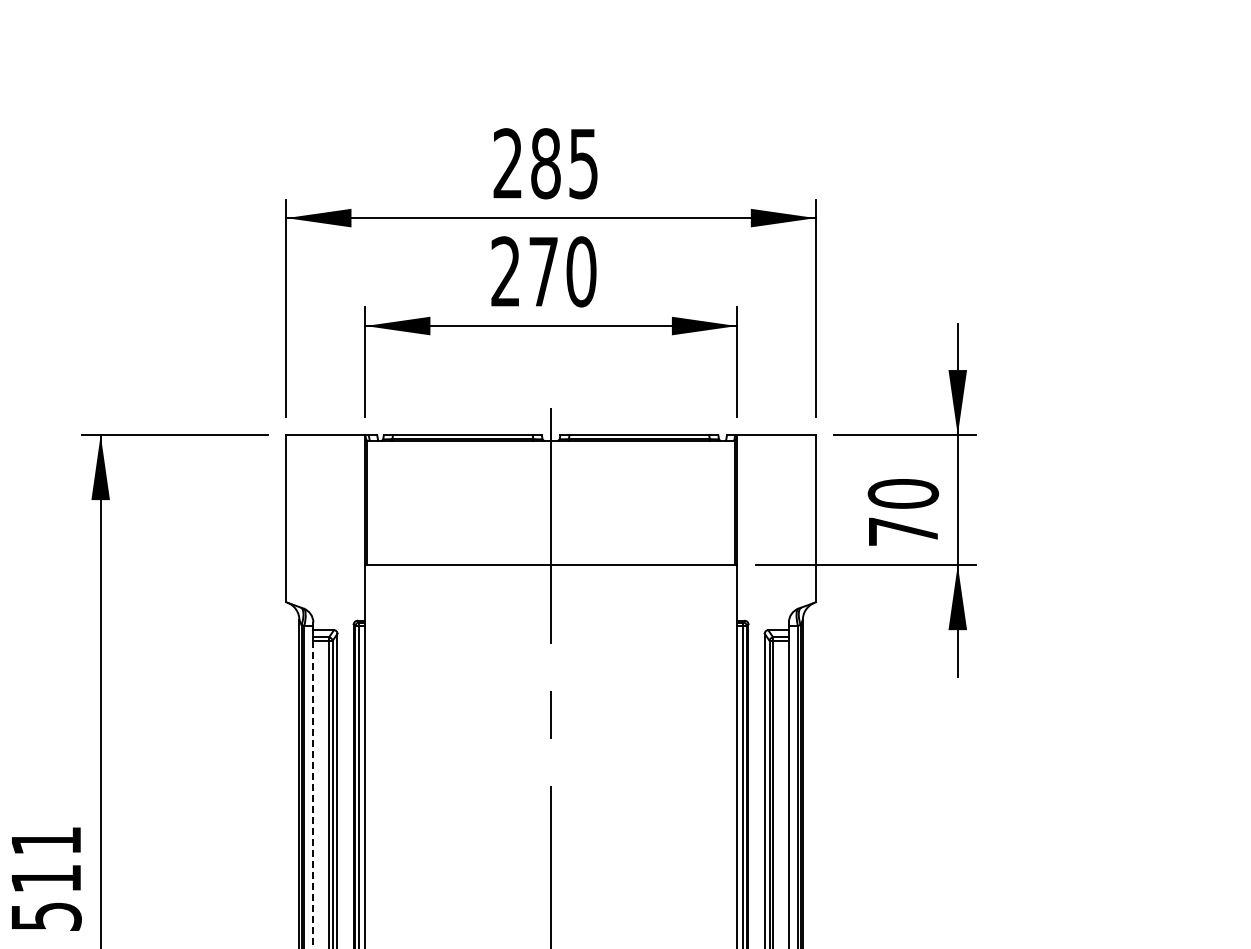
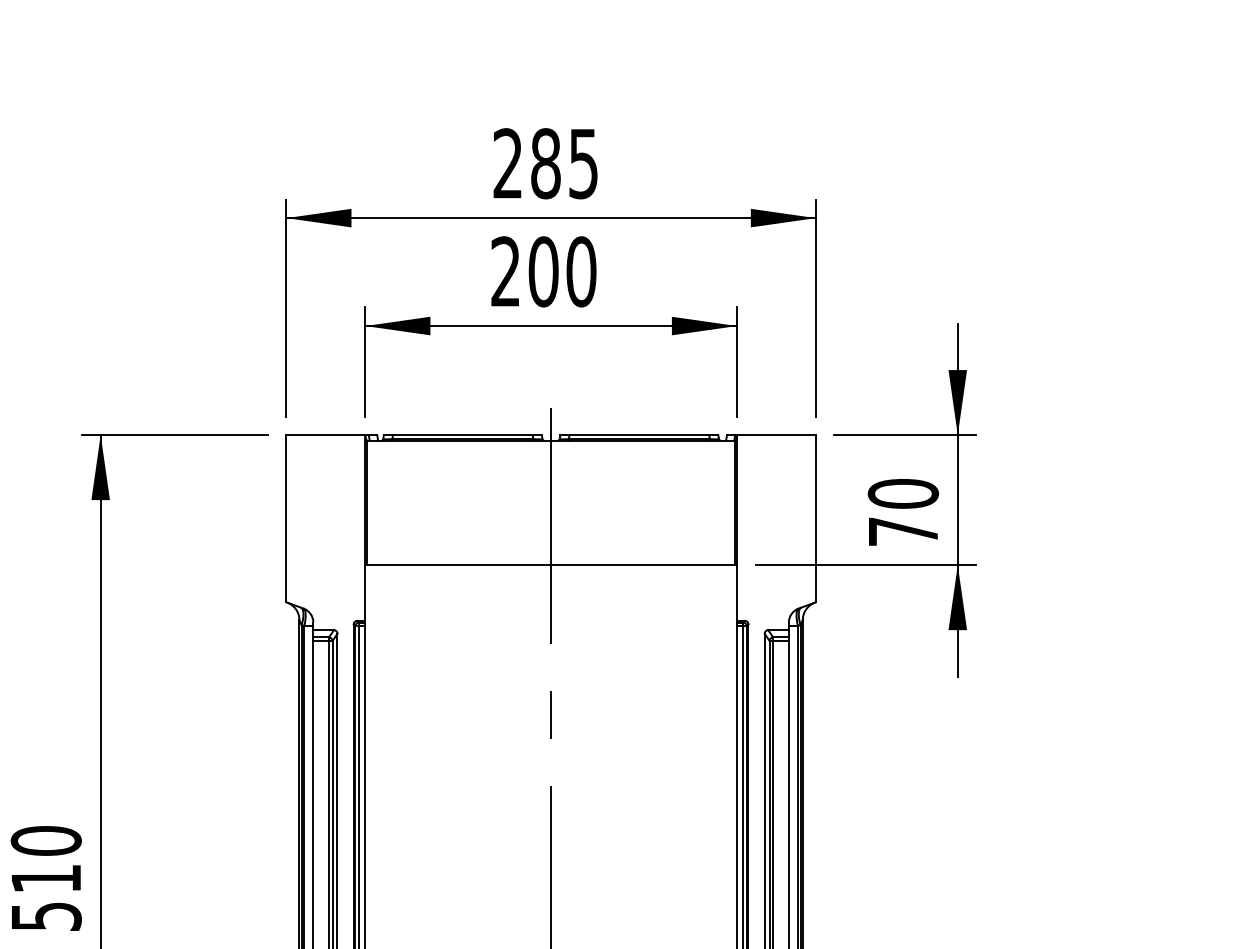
text at (543, 271): 270 -> 200
line at (313, 794): dashed -> solid
text at (45, 840): 511 -> 510
